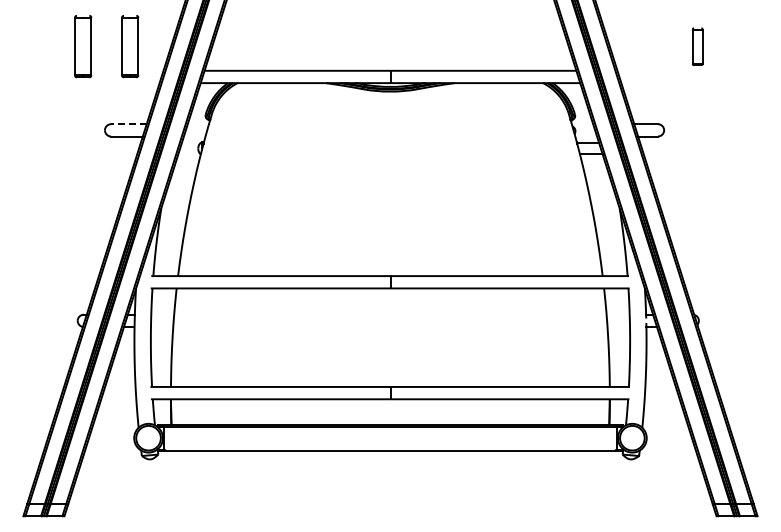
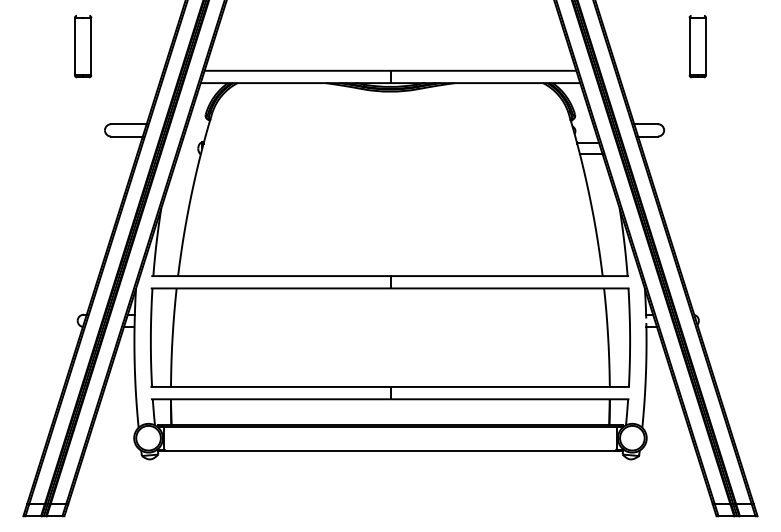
part at (130, 46): present -> none
part at (697, 46) size: 13x39 px -> 19x64 px
line at (128, 124): dashed -> solid
